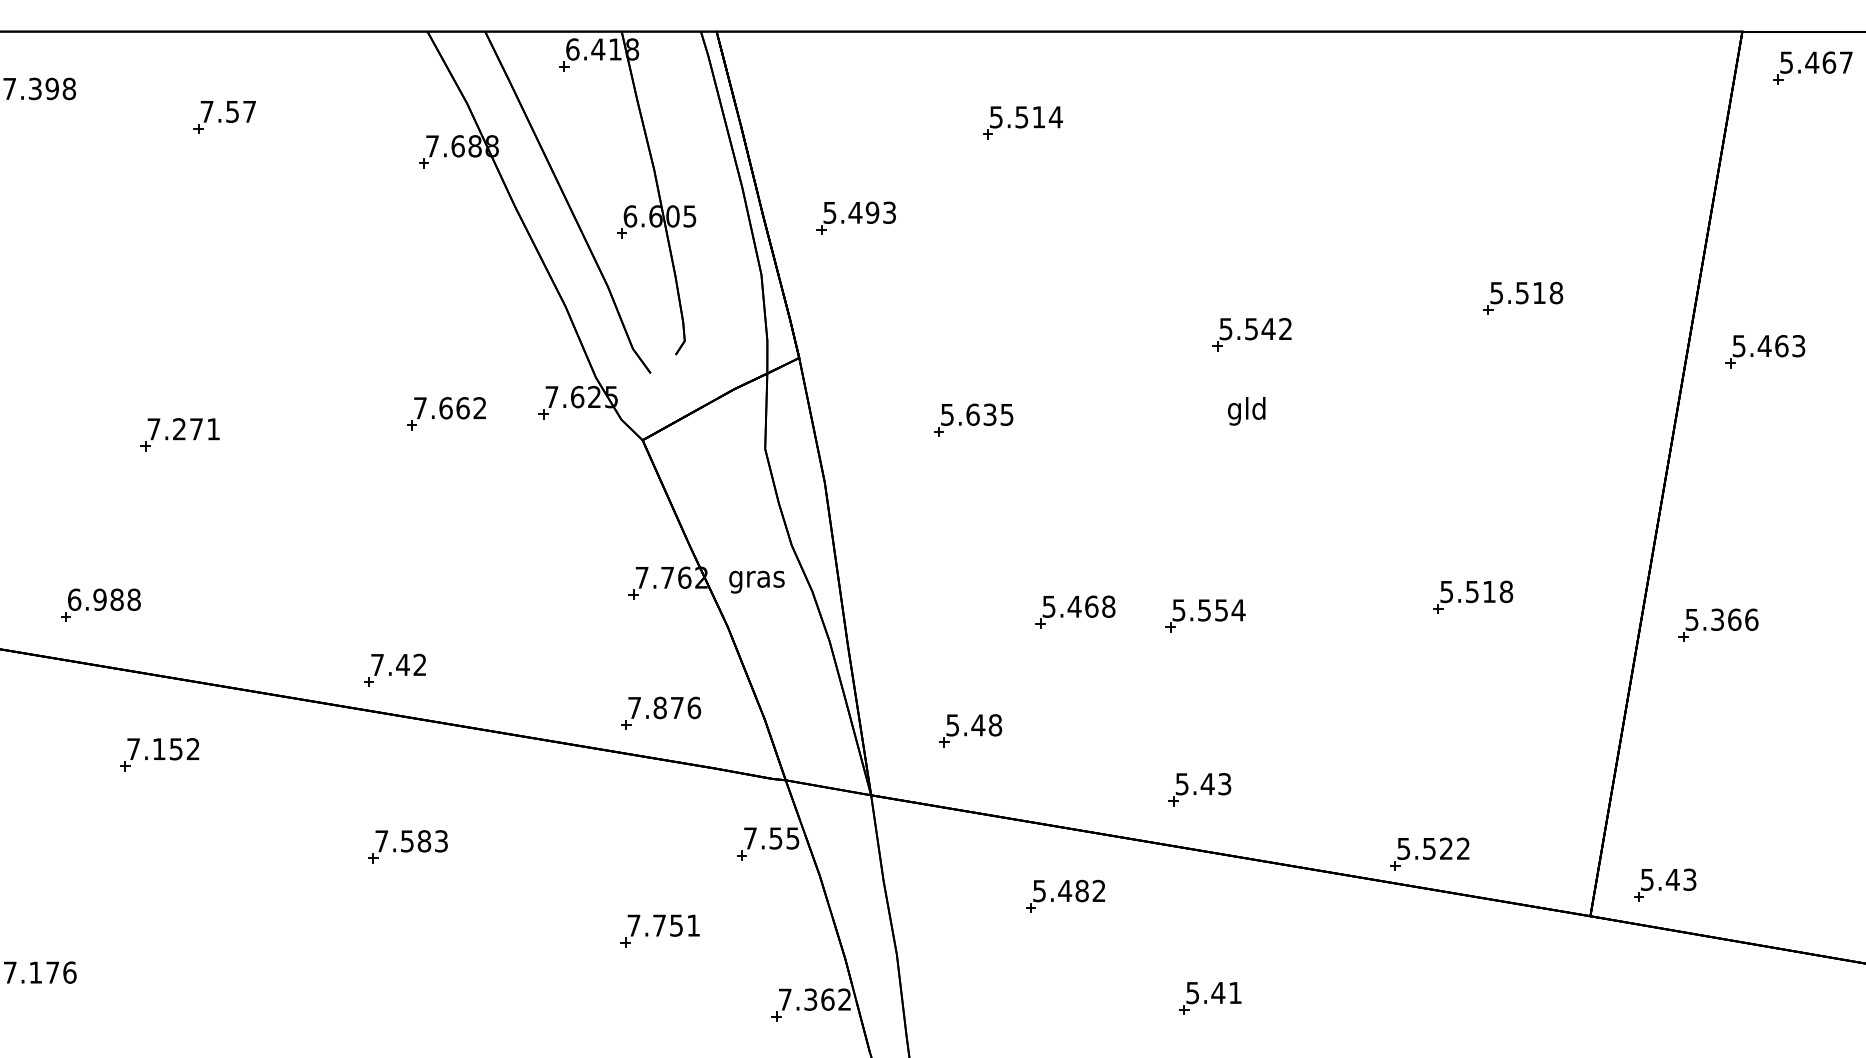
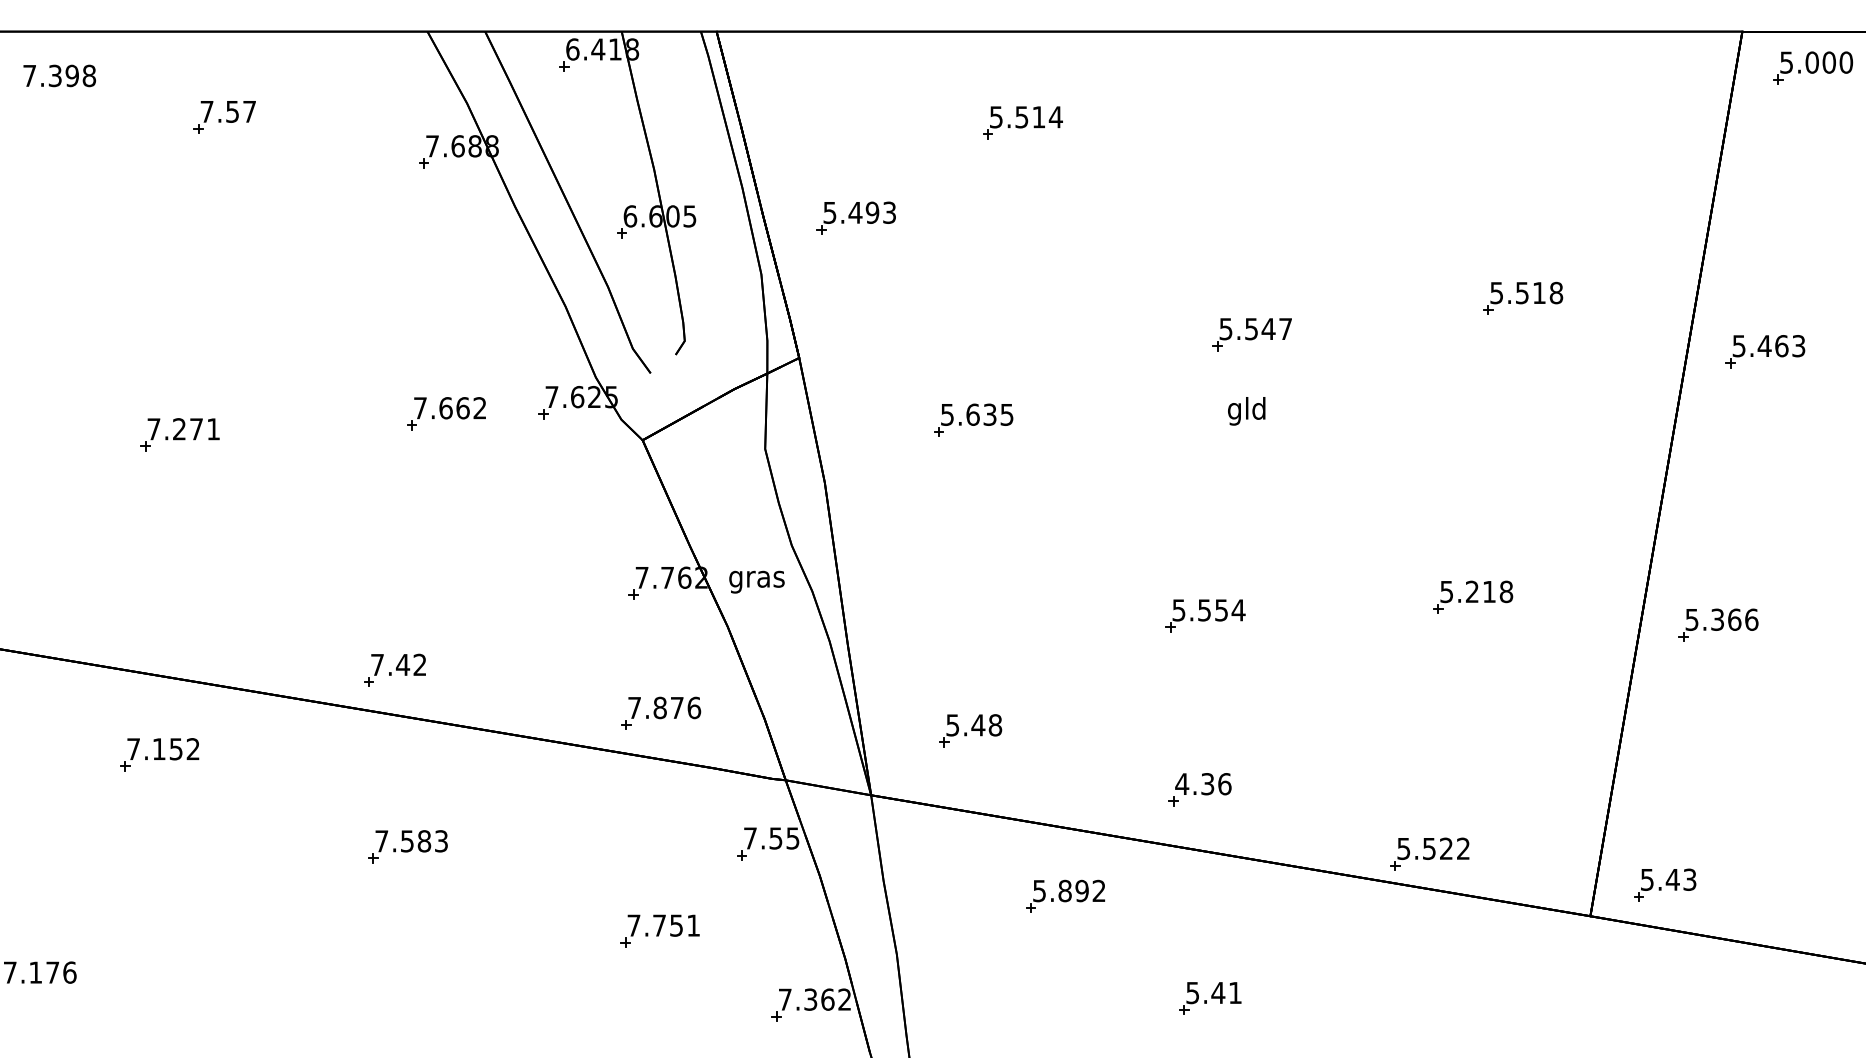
text at (1829, 62): 5.467 -> 5.000
text at (39, 88) position: (39, 88) -> (59, 75)
text at (1285, 328): 5.542 -> 5.547
text at (1471, 591): 5.518 -> 5.218
part at (100, 604): present -> none
part at (1075, 611): present -> none
text at (1203, 784): 5.43 -> 4.36
text at (1073, 890): 5.482 -> 5.892
